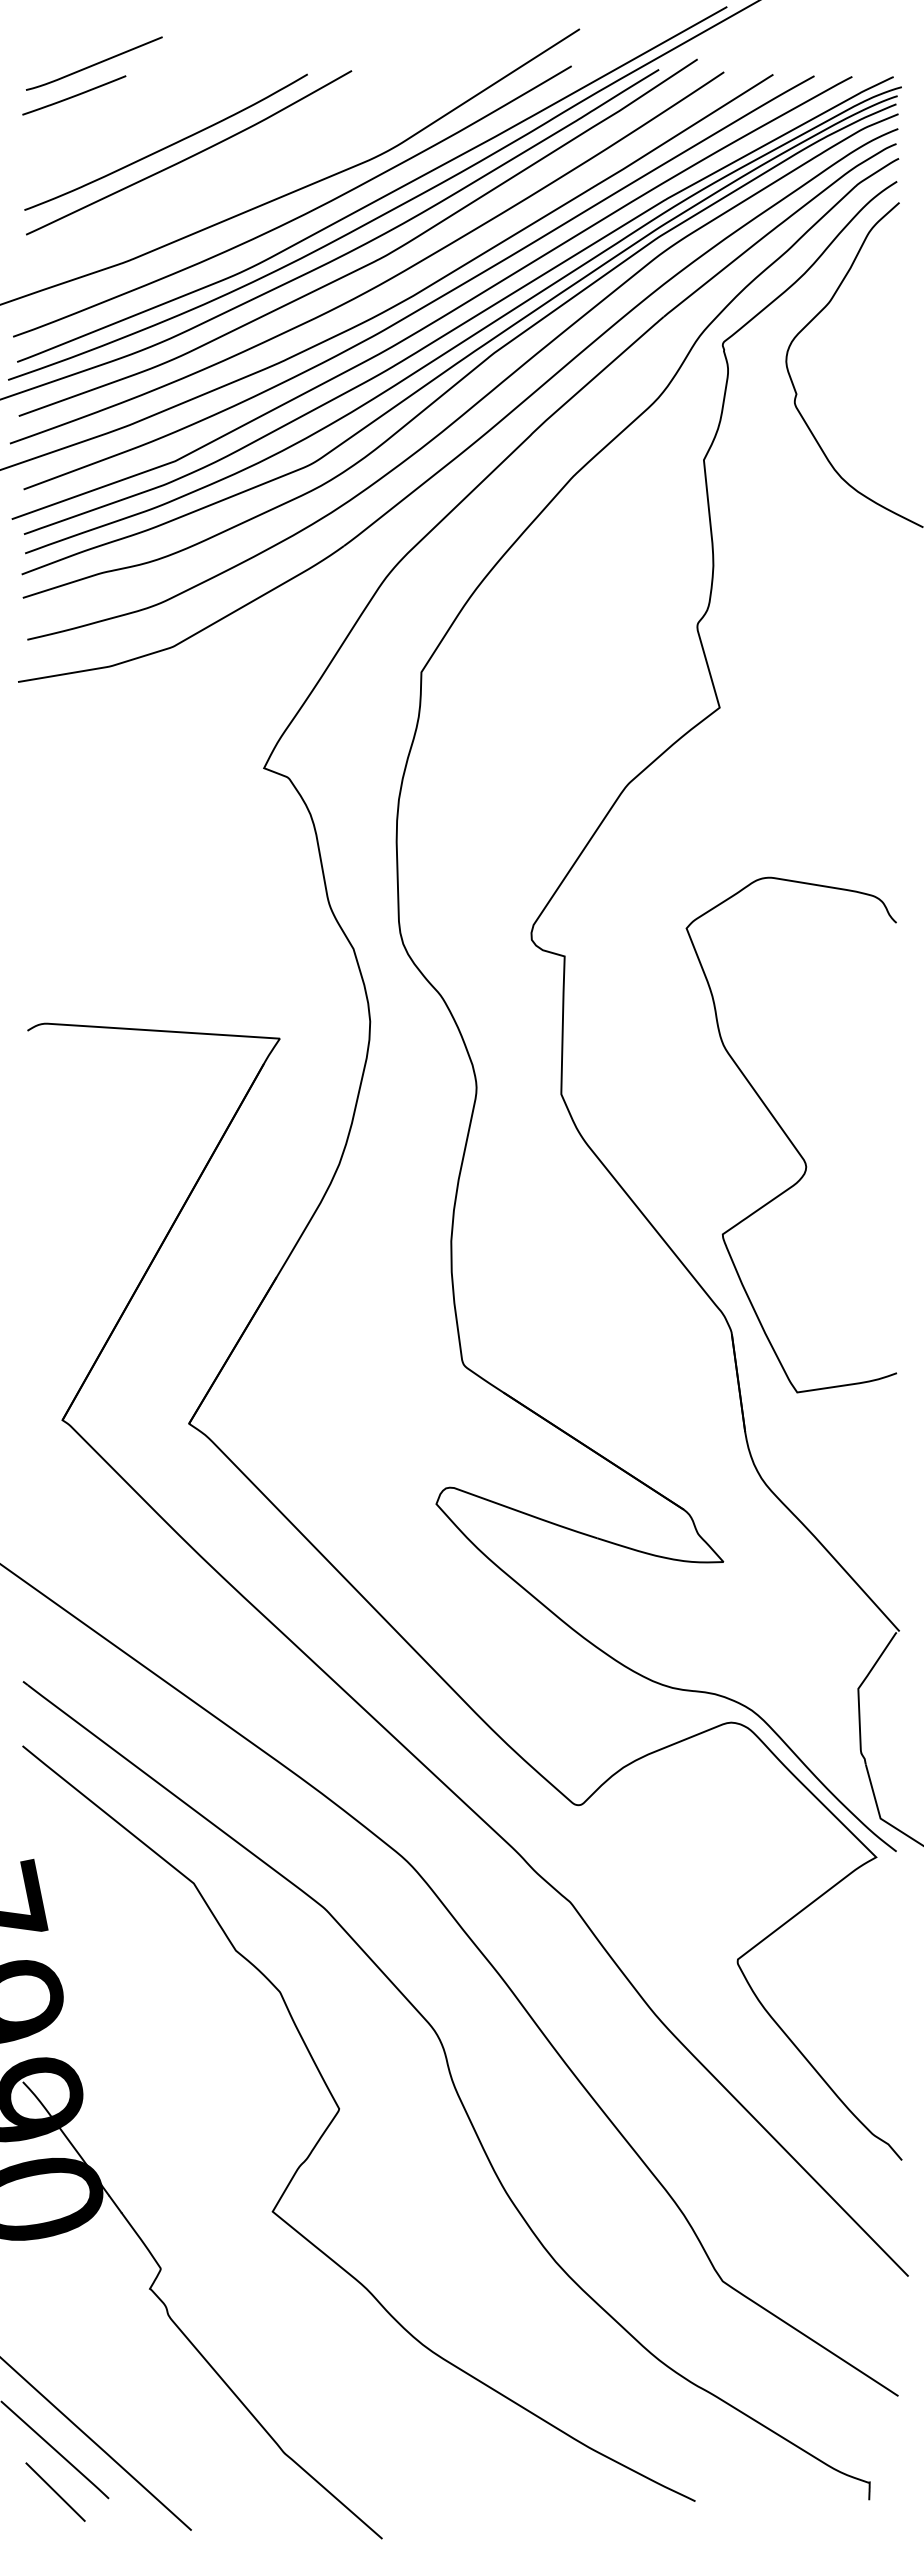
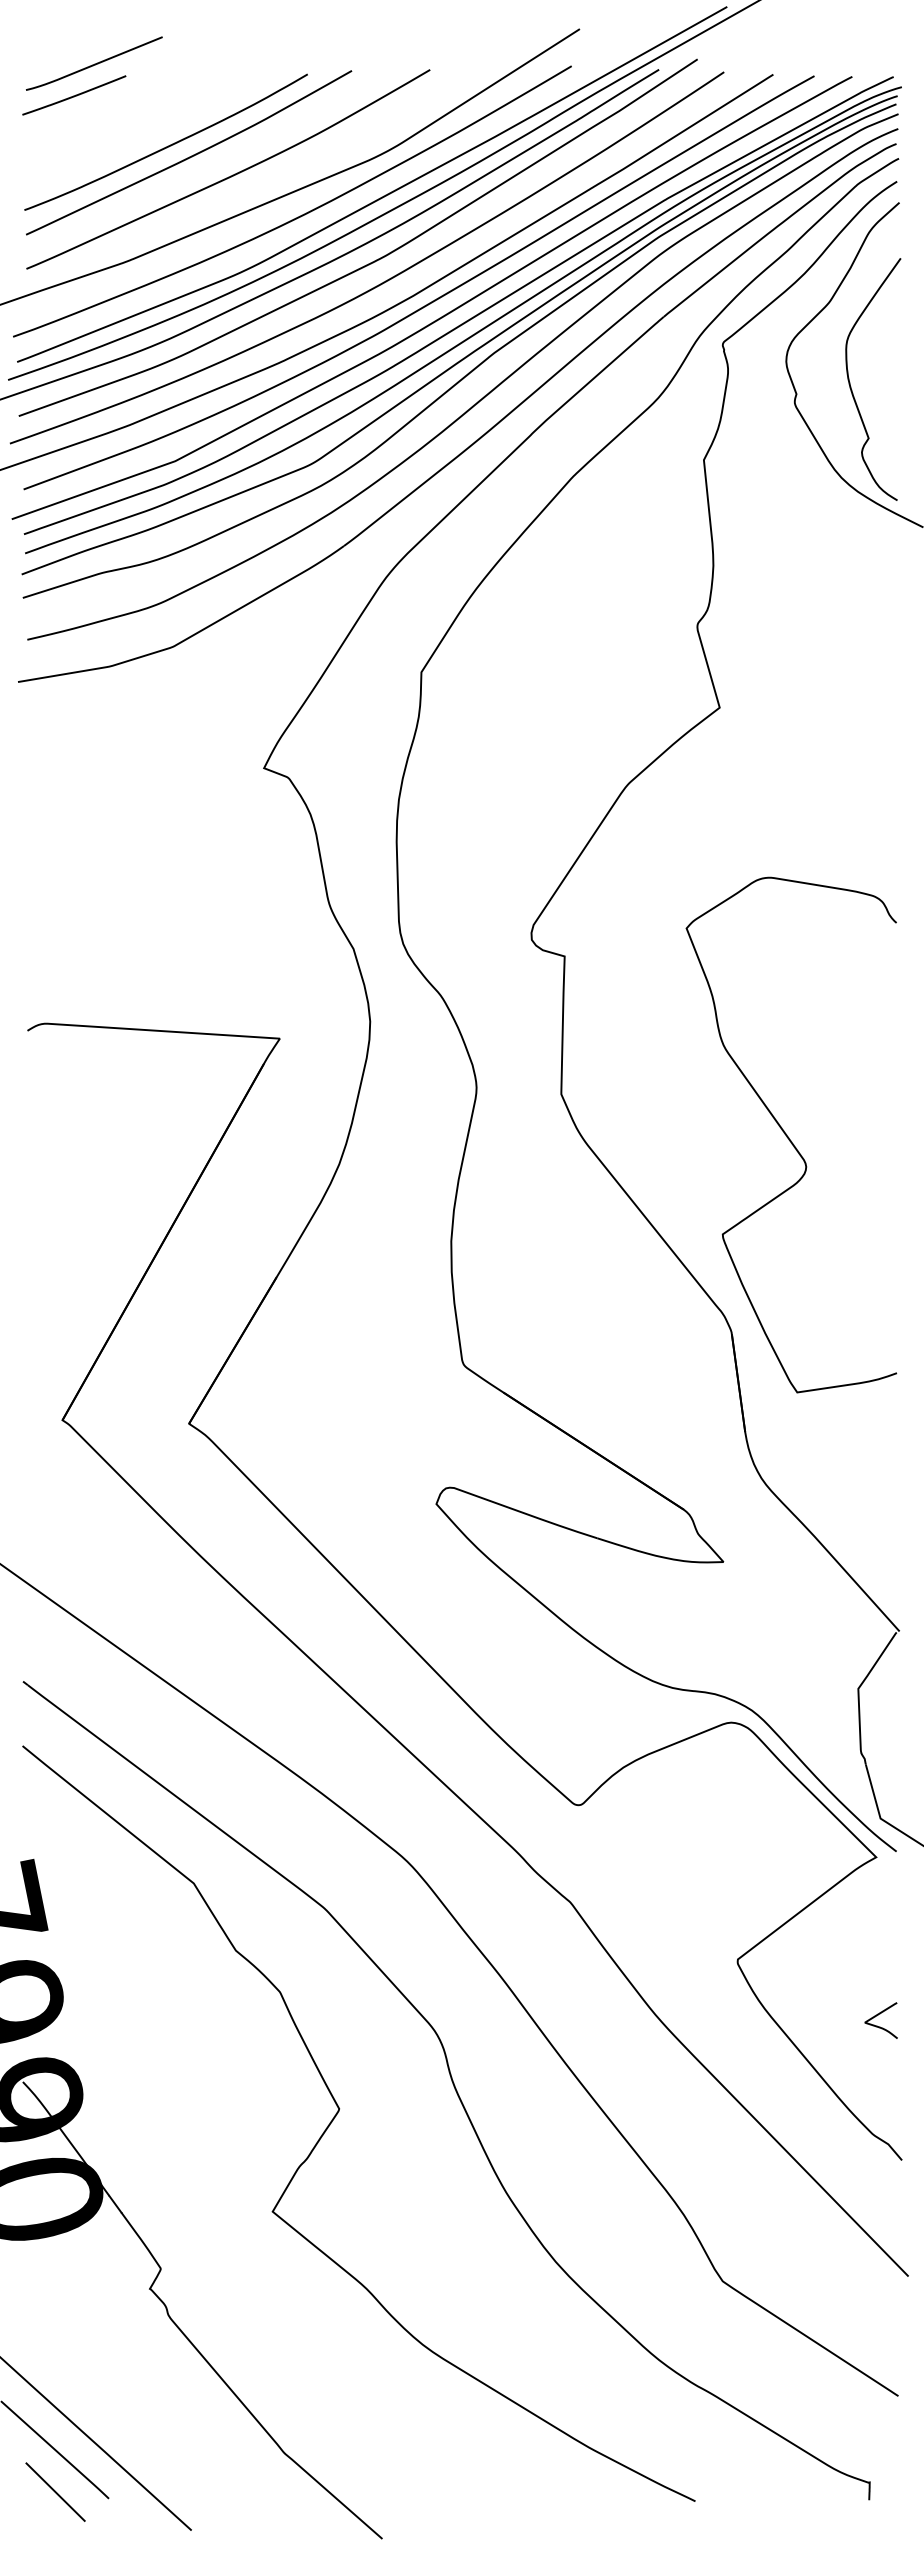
curve at (230, 175): none -> present
curve at (851, 386): none -> present
curve at (878, 2015): none -> present
